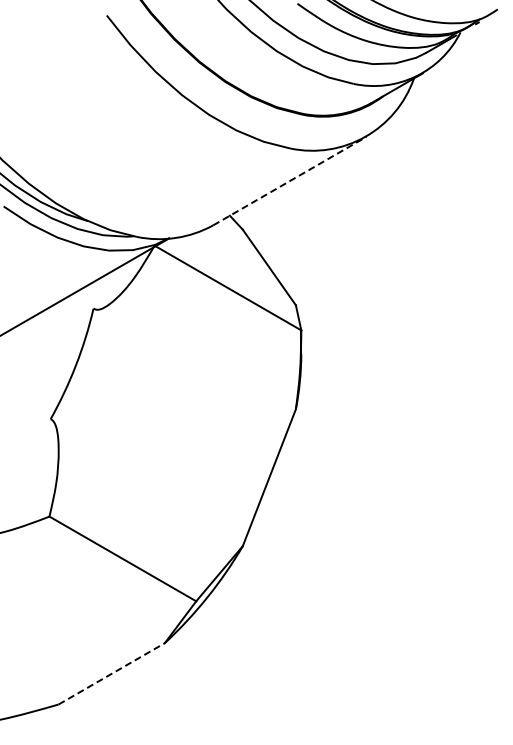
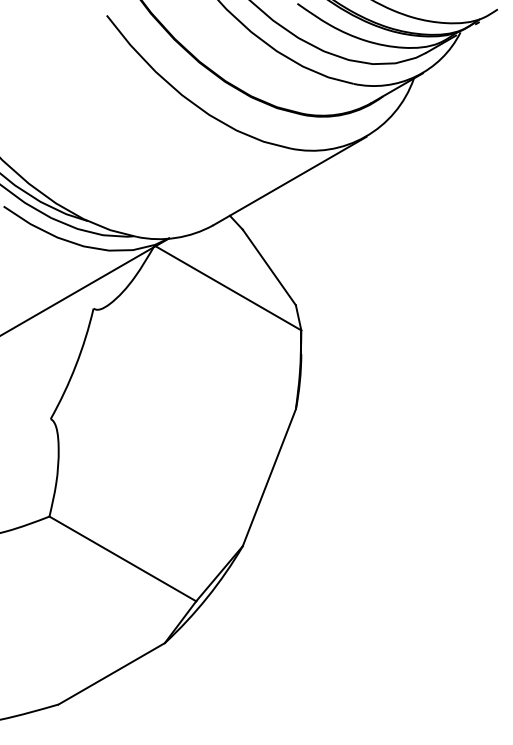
line at (290, 180): dashed -> solid
line at (112, 673): dashed -> solid
